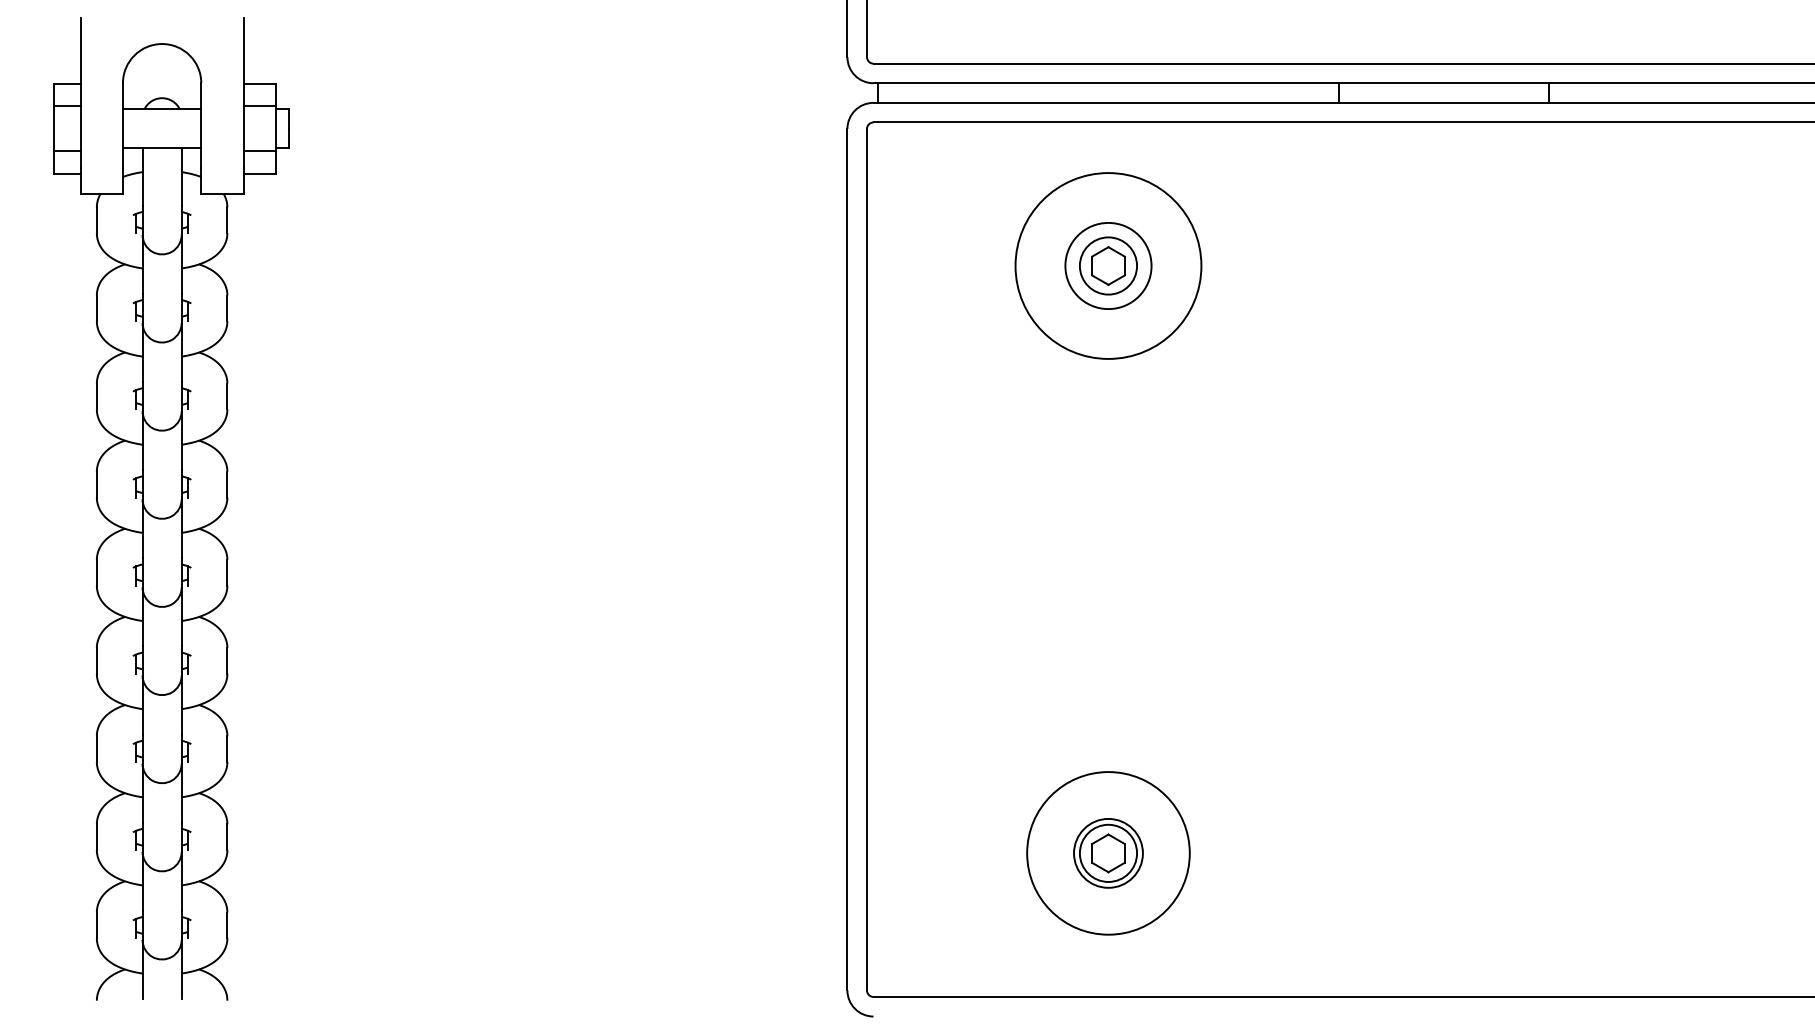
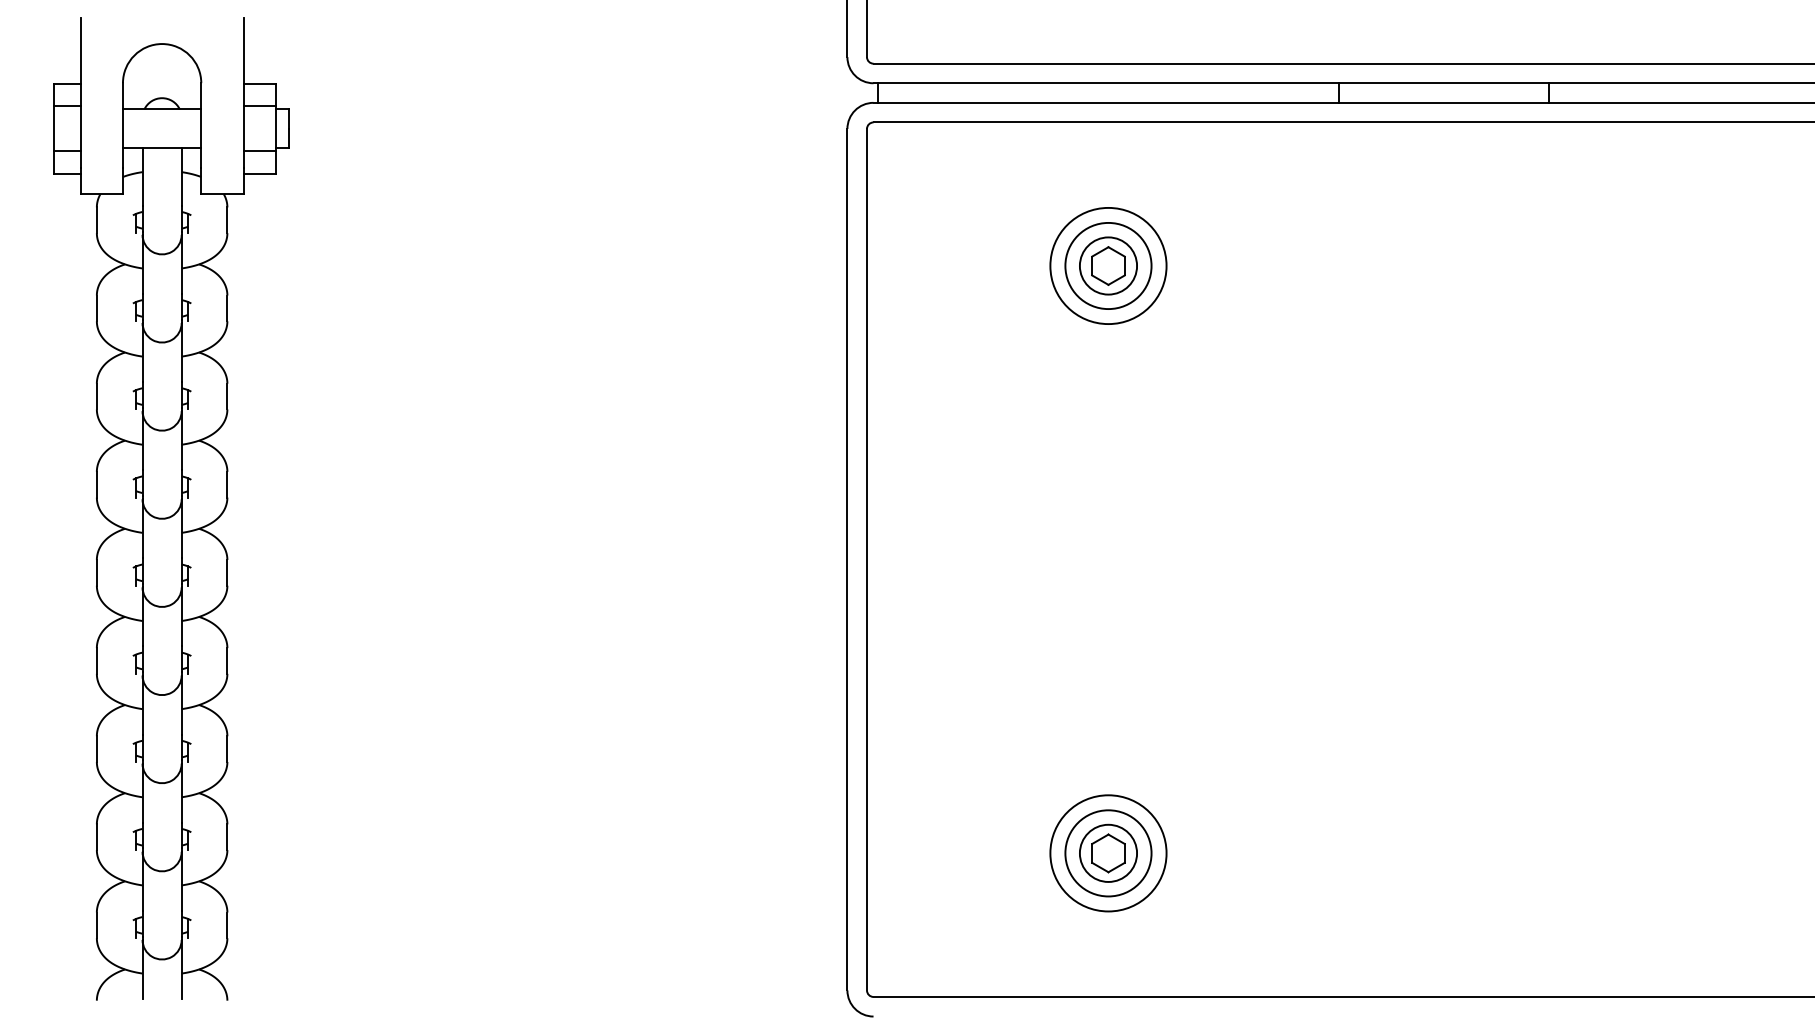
circle at (1108, 265) diameter: 186 px -> 116 px
circle at (1108, 852) diameter: 69 px -> 86 px
circle at (1108, 853) diameter: 163 px -> 116 px
